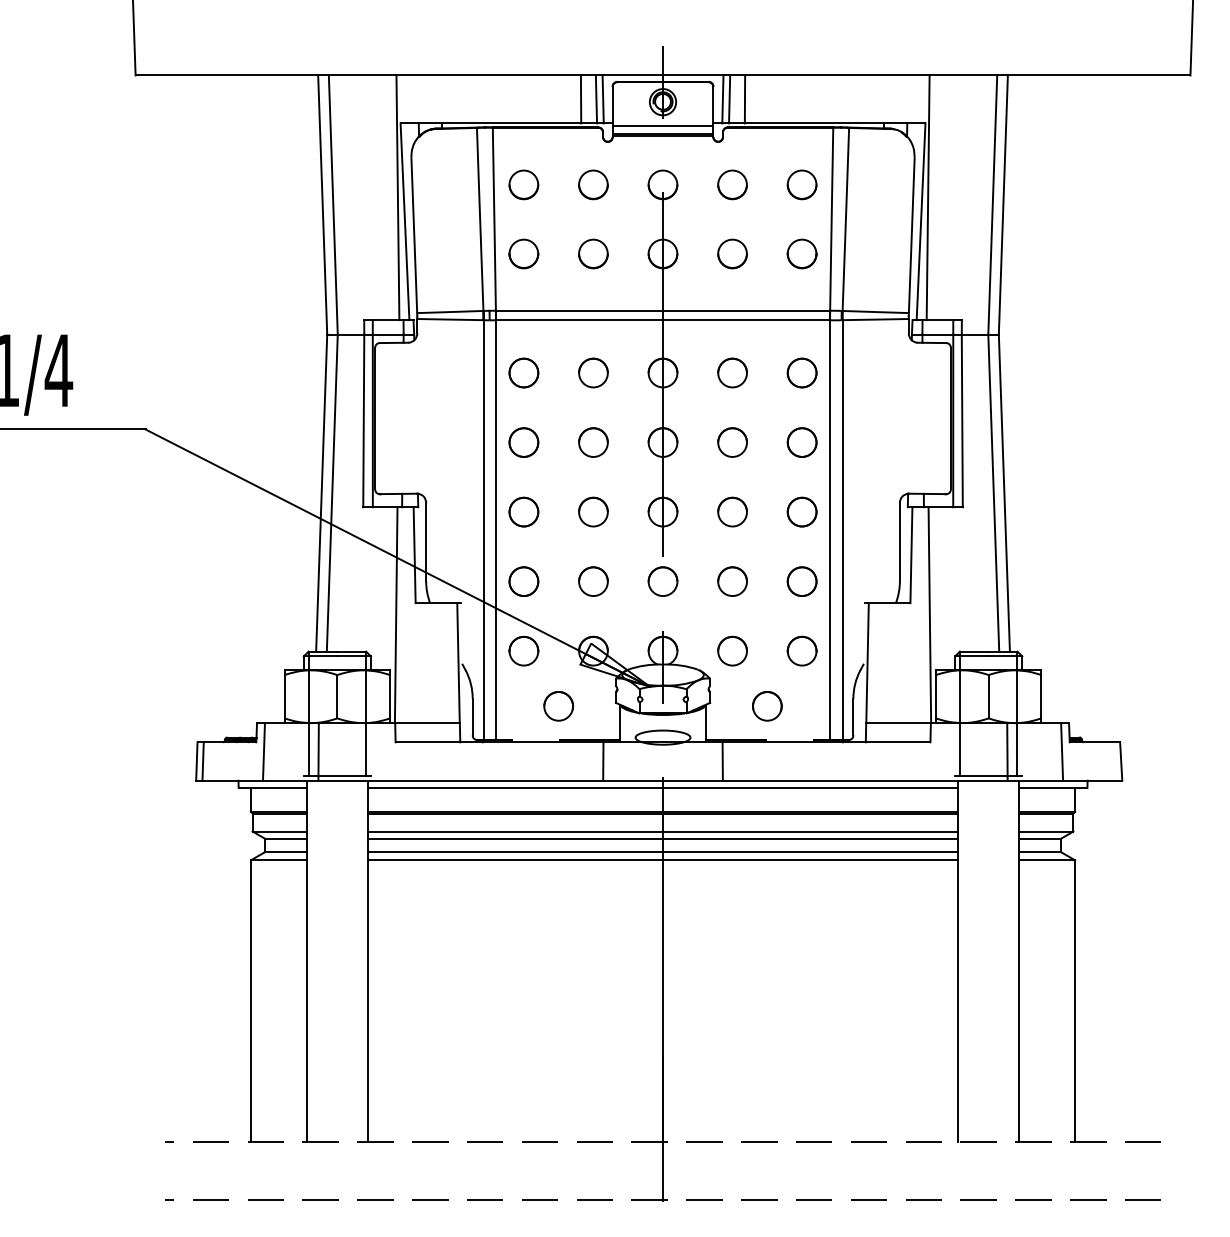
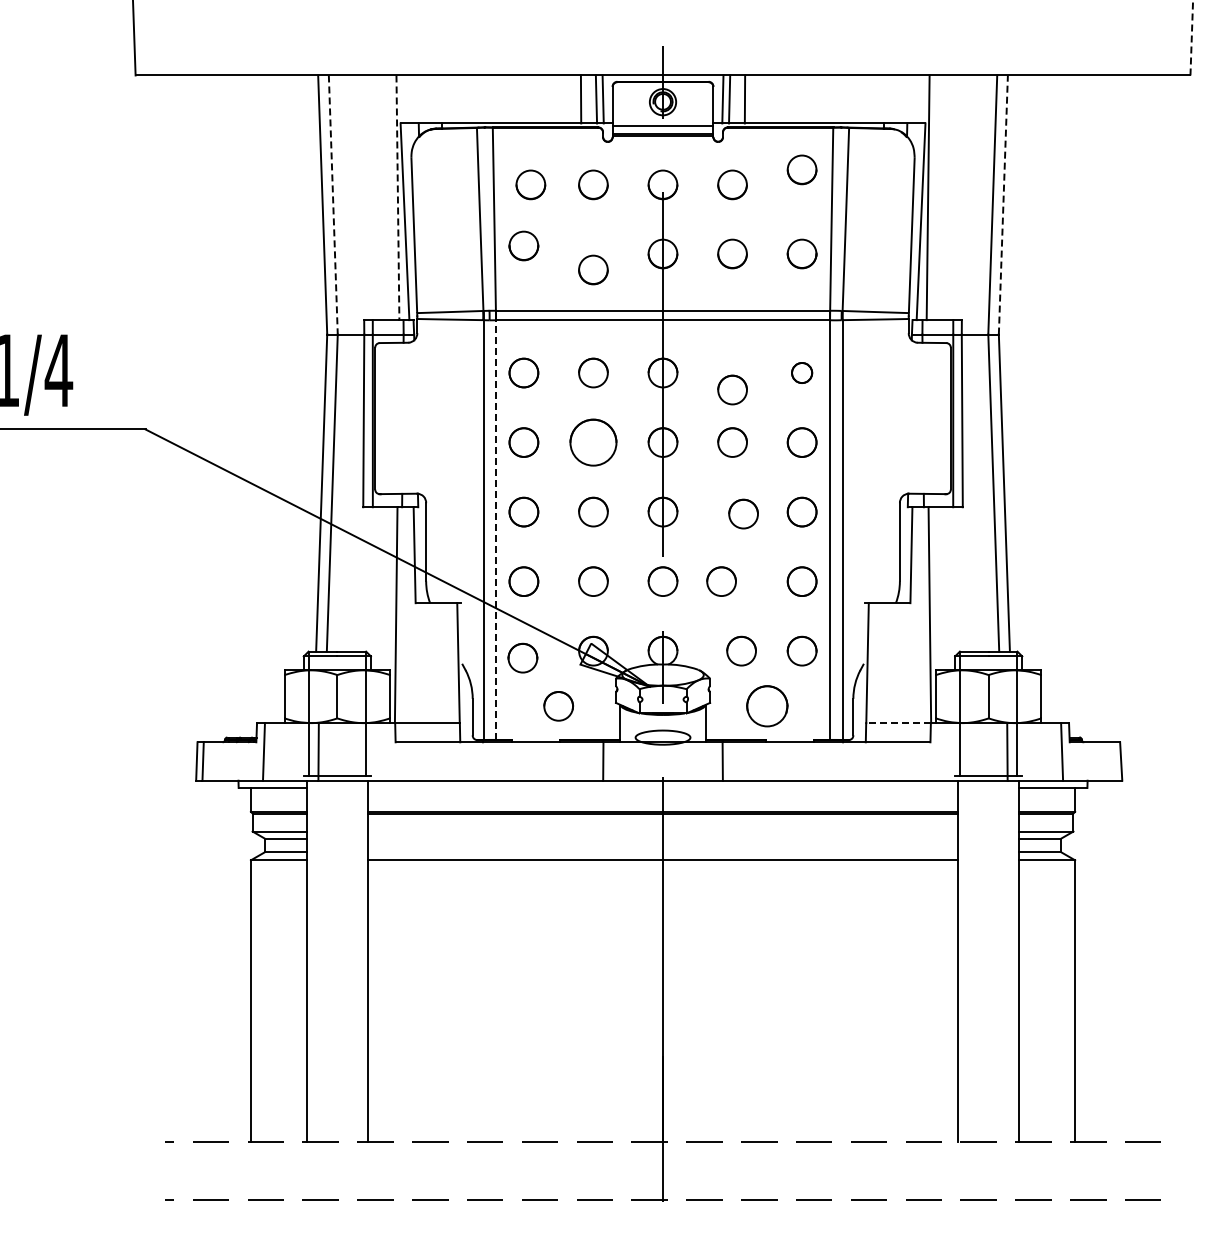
line at (1191, 37): solid -> dashed
part at (523, 184) position: (523, 184) -> (530, 184)
part at (801, 184) position: (801, 184) -> (801, 169)
line at (397, 198): solid -> dashed
line at (333, 205): solid -> dashed
line at (1003, 205): solid -> dashed
part at (523, 253) position: (523, 253) -> (523, 245)
part at (593, 253) position: (593, 253) -> (593, 269)
part at (732, 372) position: (732, 372) -> (732, 389)
part at (801, 372) size: 32x32 px -> 23x22 px
circle at (593, 442) size: 31x31 px -> 49x49 px
part at (732, 511) position: (732, 511) -> (743, 513)
line at (496, 530): solid -> dashed
circle at (732, 581) position: (732, 581) -> (721, 581)
part at (523, 650) position: (523, 650) -> (522, 657)
part at (732, 650) position: (732, 650) -> (741, 650)
circle at (767, 706) size: 31x31 px -> 43x43 px
line at (898, 723): solid -> dashed
line at (662, 787): present -> none
line at (662, 831): present -> none
line at (662, 838): present -> none
line at (662, 852): present -> none
